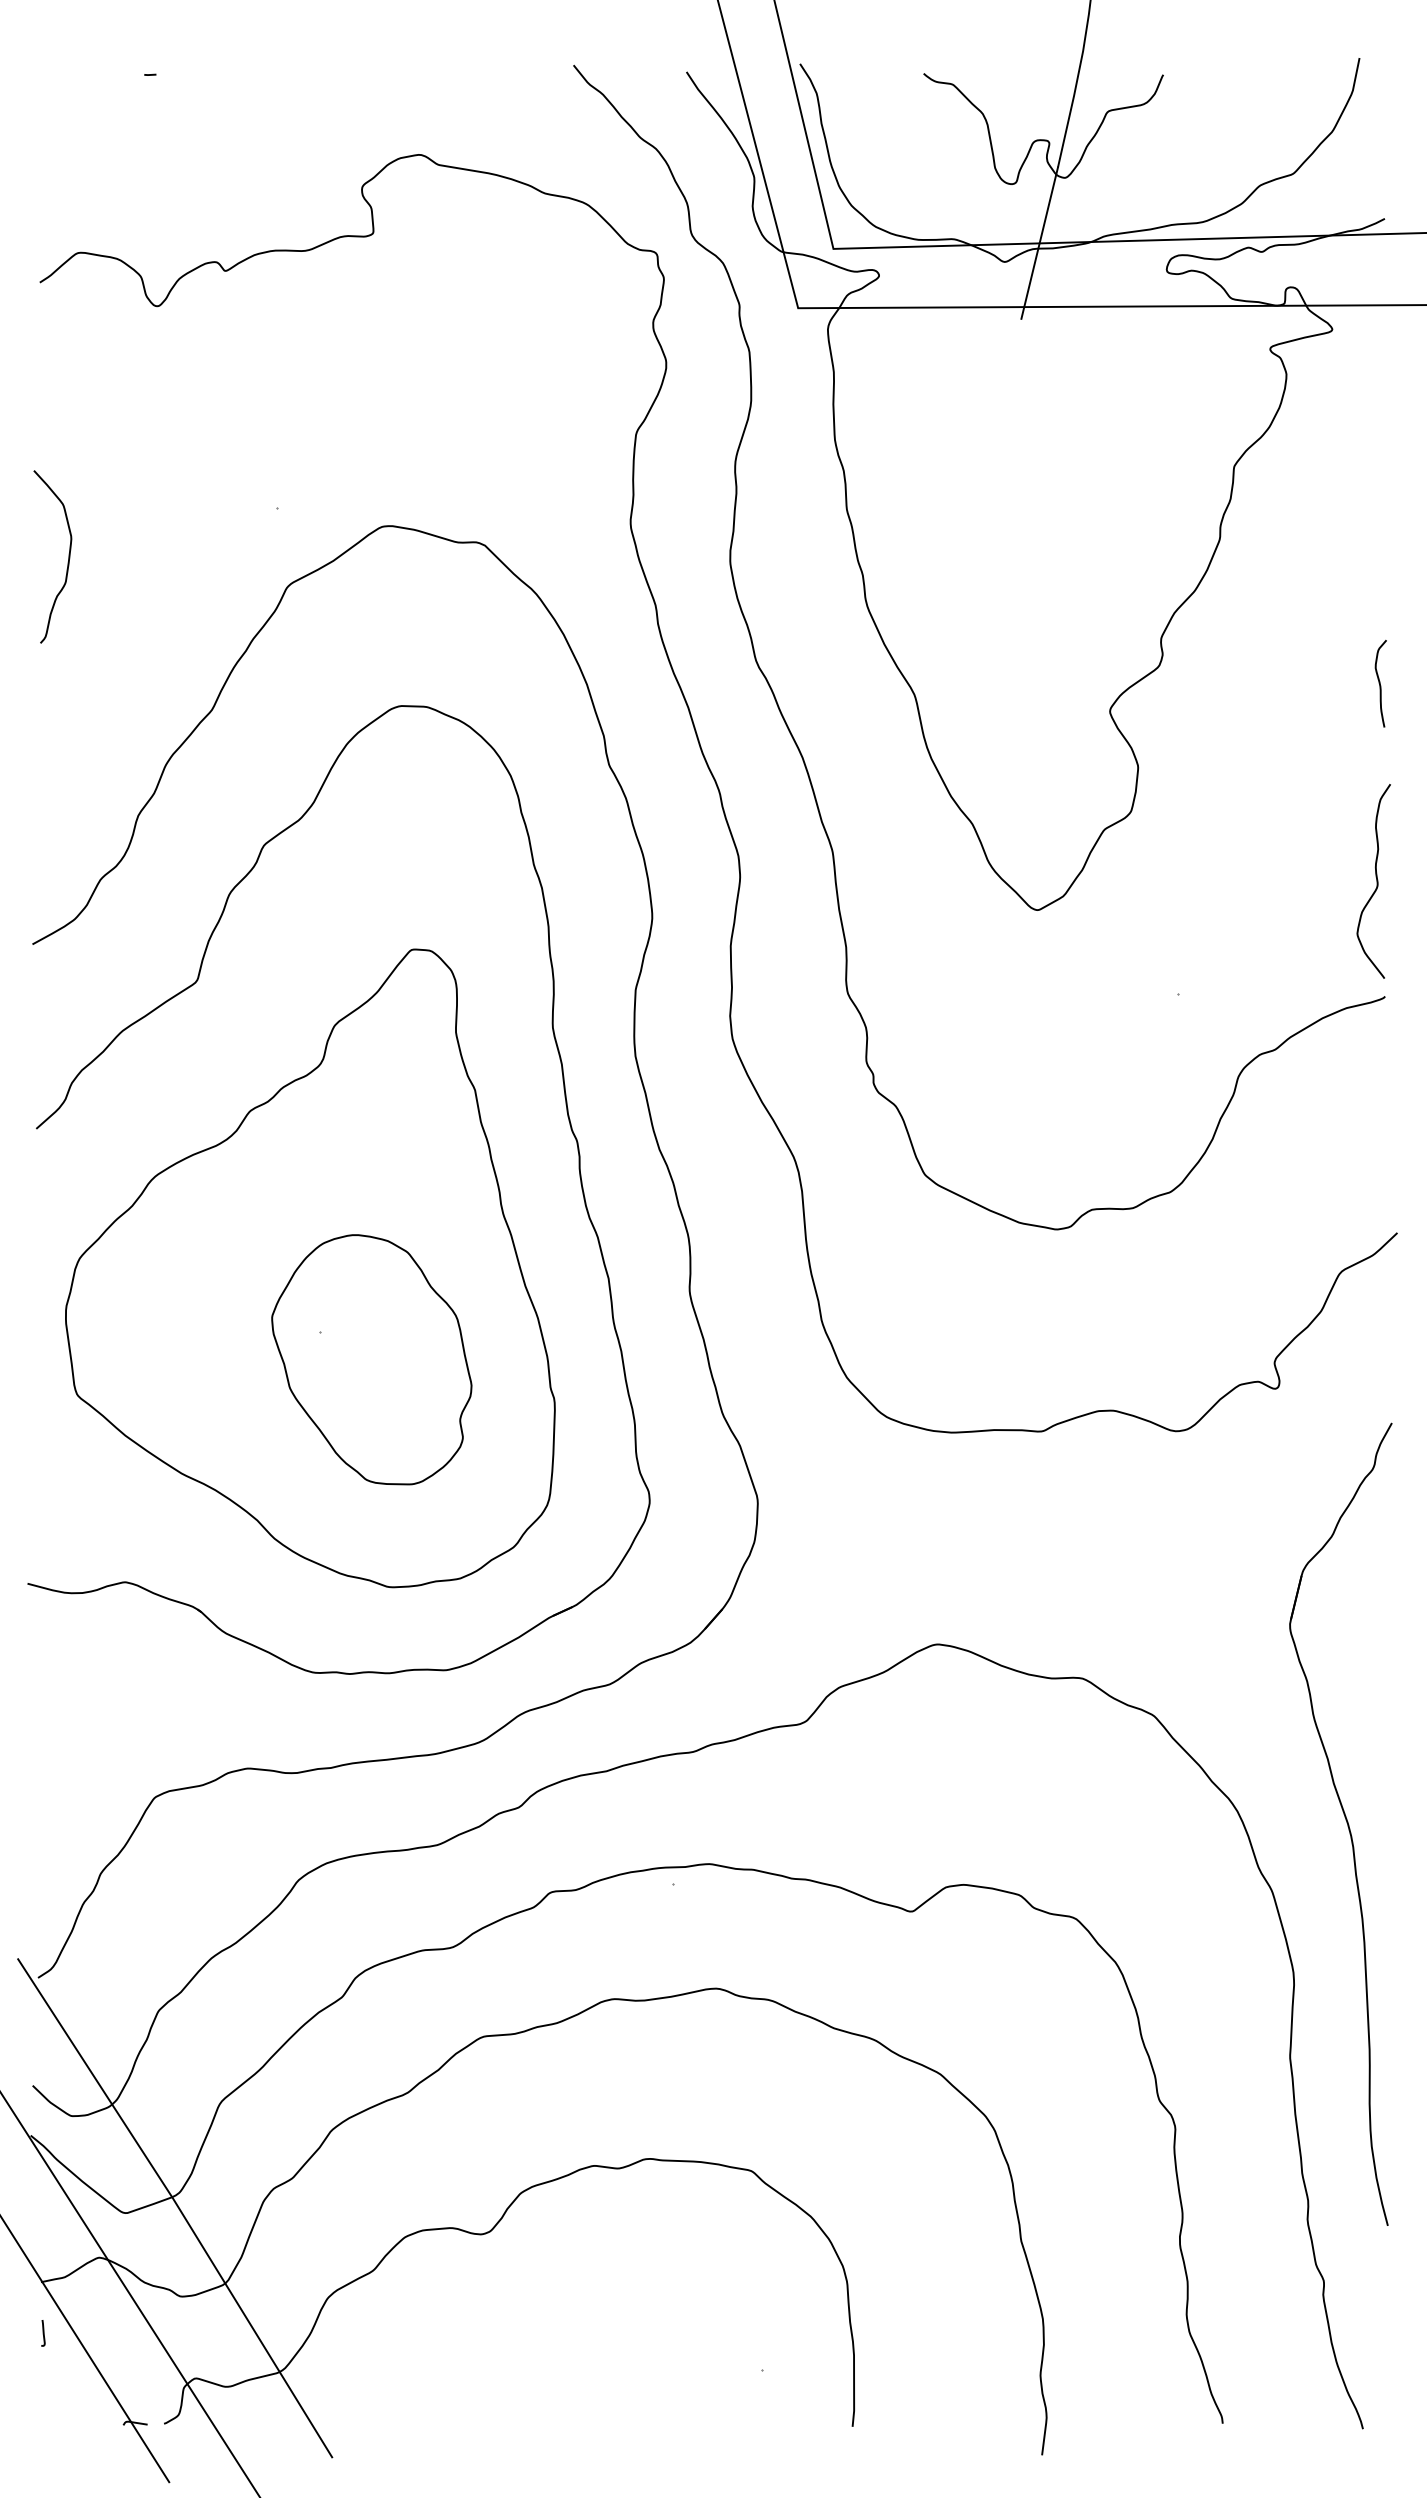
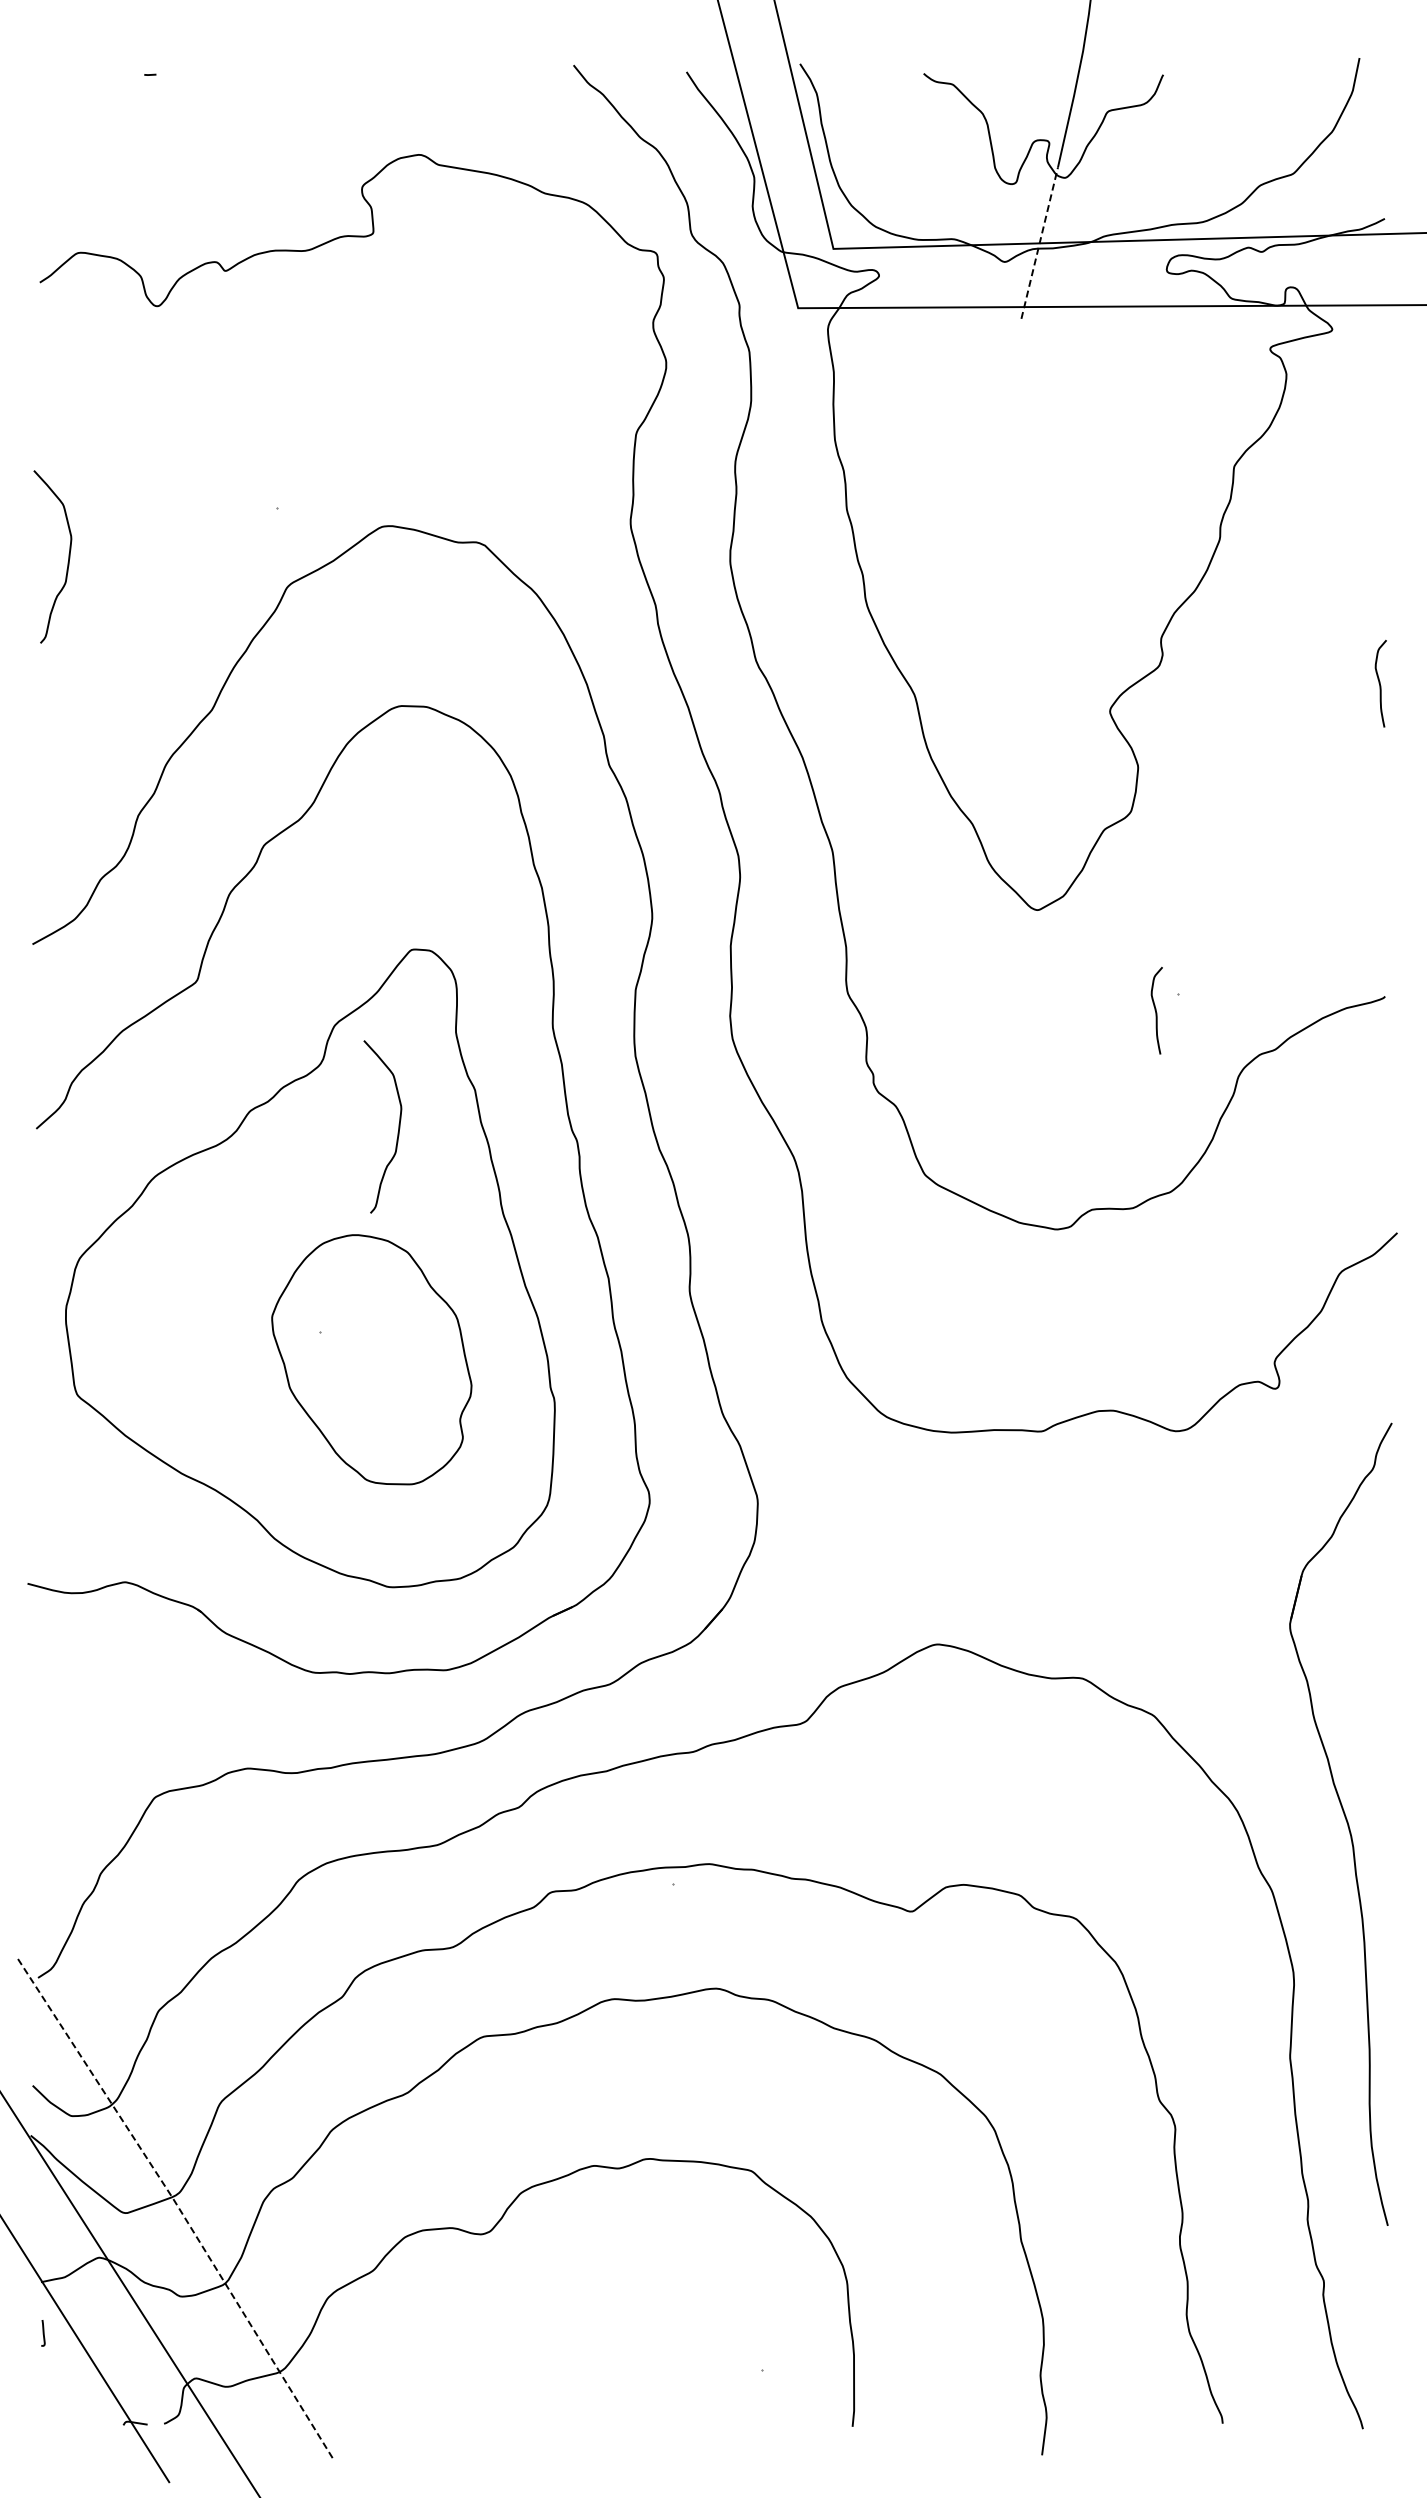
line at (1039, 243): solid -> dashed
curve at (1376, 881): present -> none
curve at (1156, 1010): none -> present
curve at (398, 1126): none -> present
line at (177, 2205): solid -> dashed
